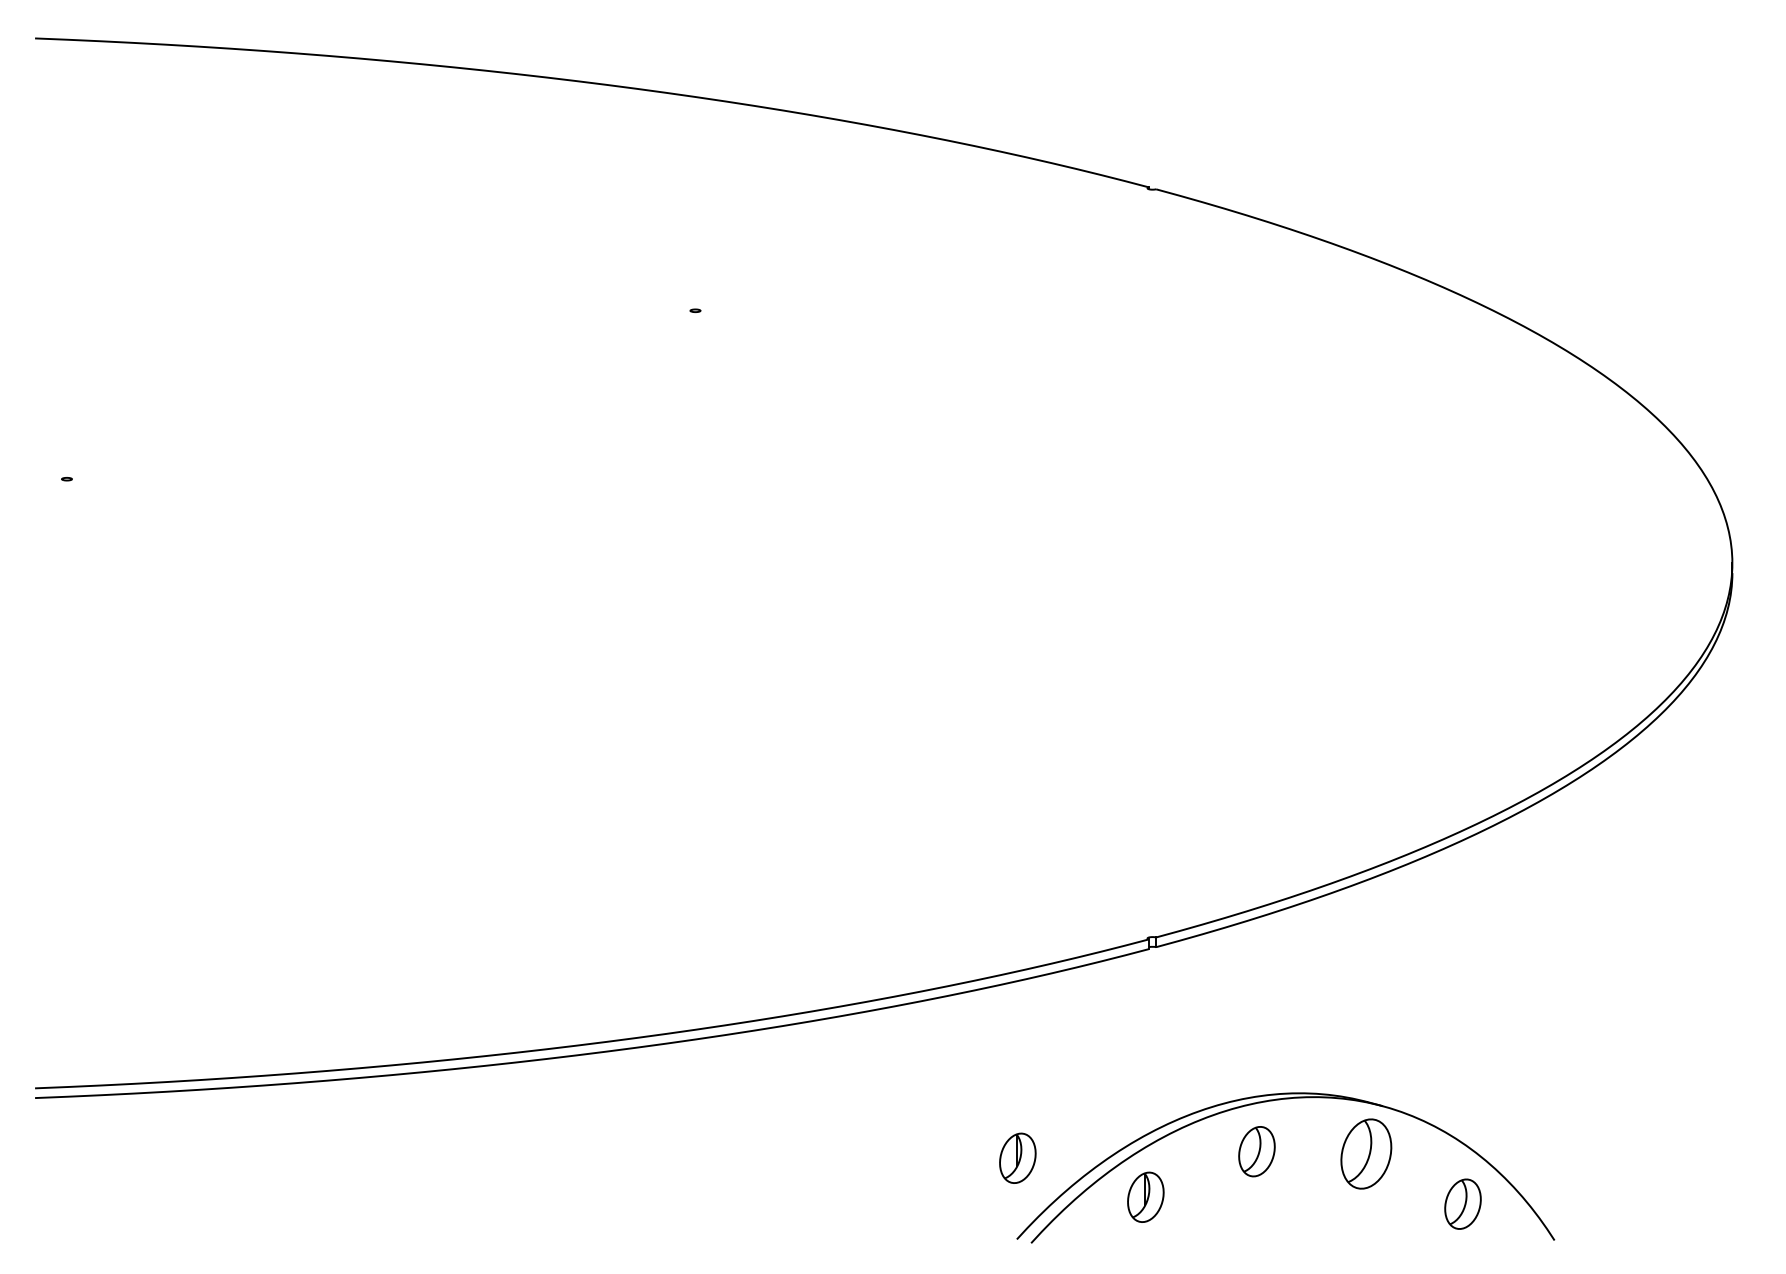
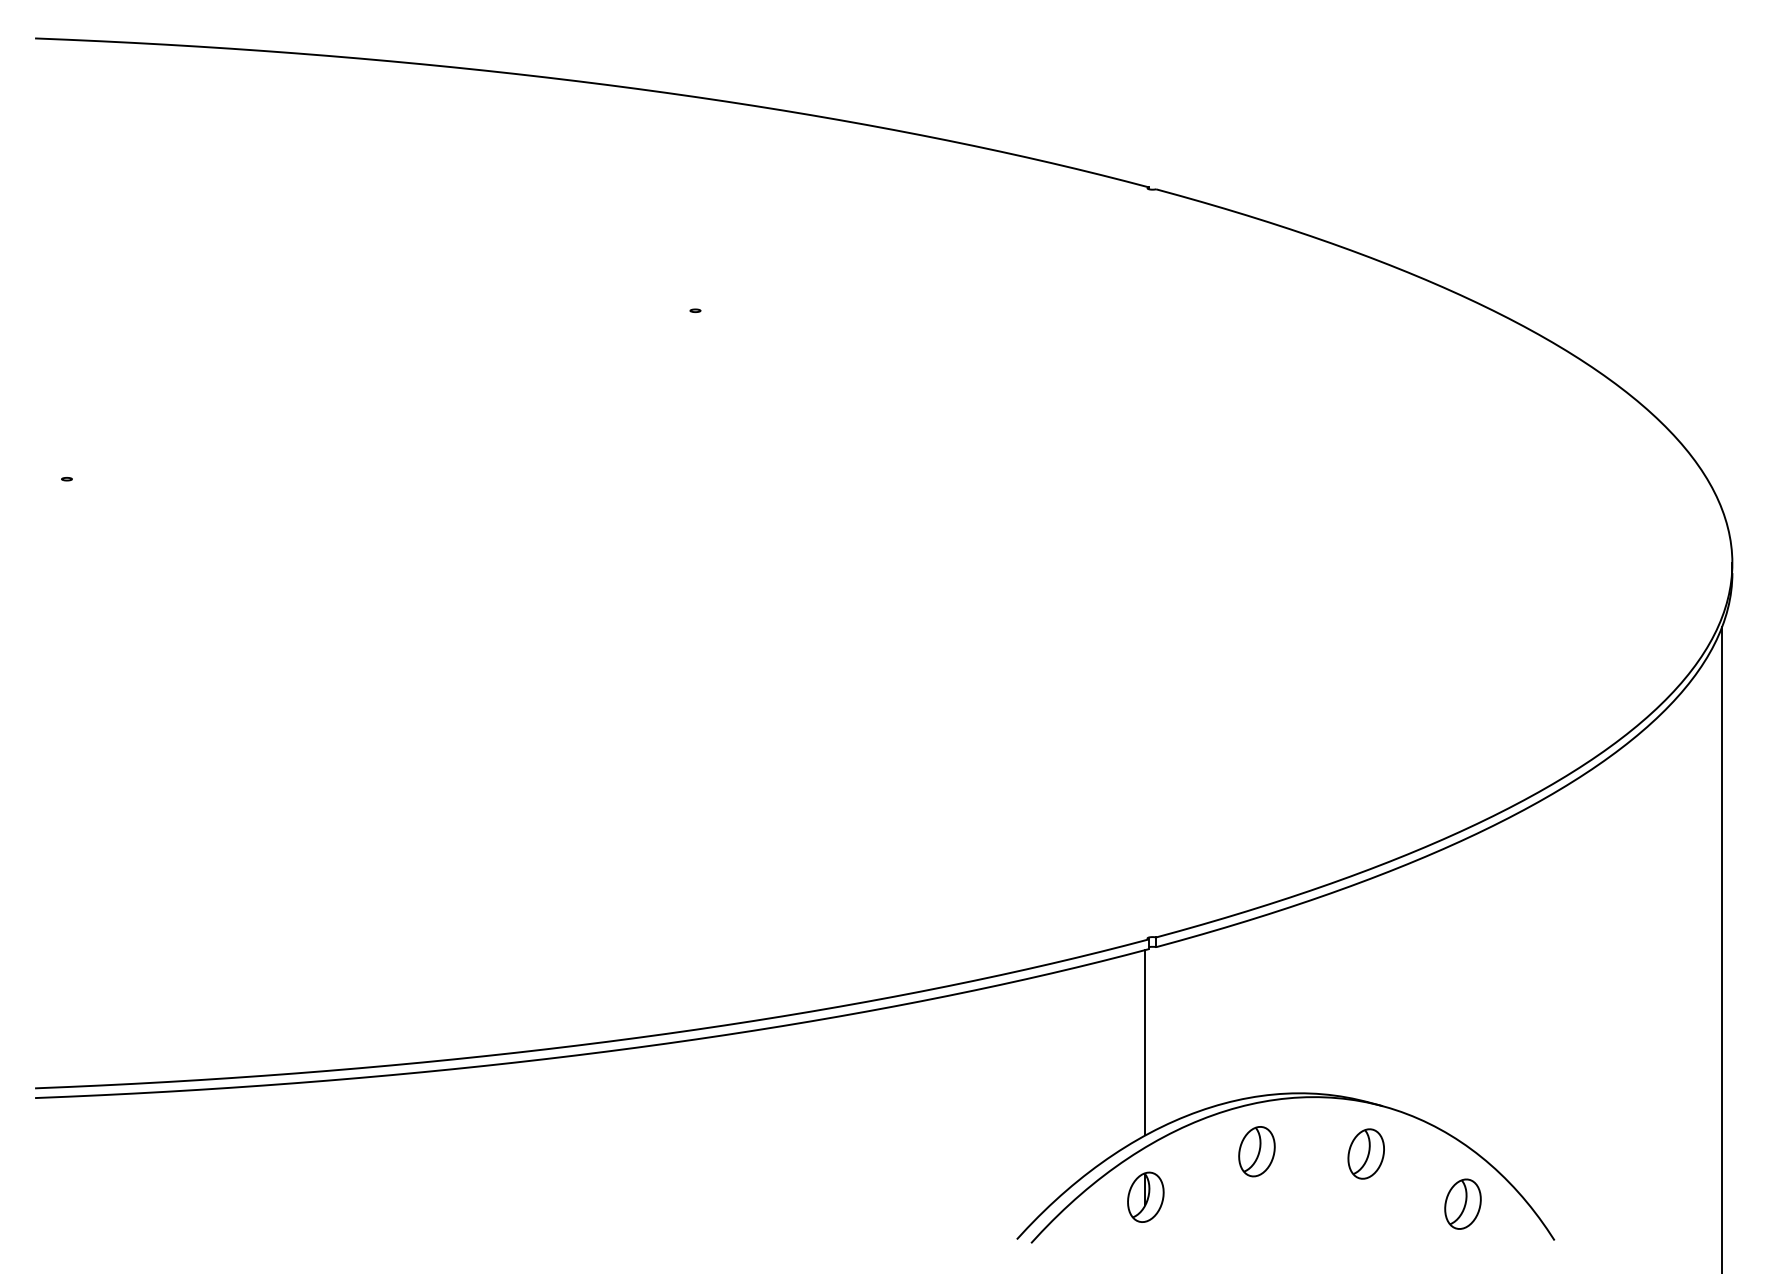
line at (1722, 948): none -> present
line at (1145, 1042): none -> present
part at (1366, 1153) size: 53x72 px -> 38x52 px
part at (1017, 1157): present -> none
